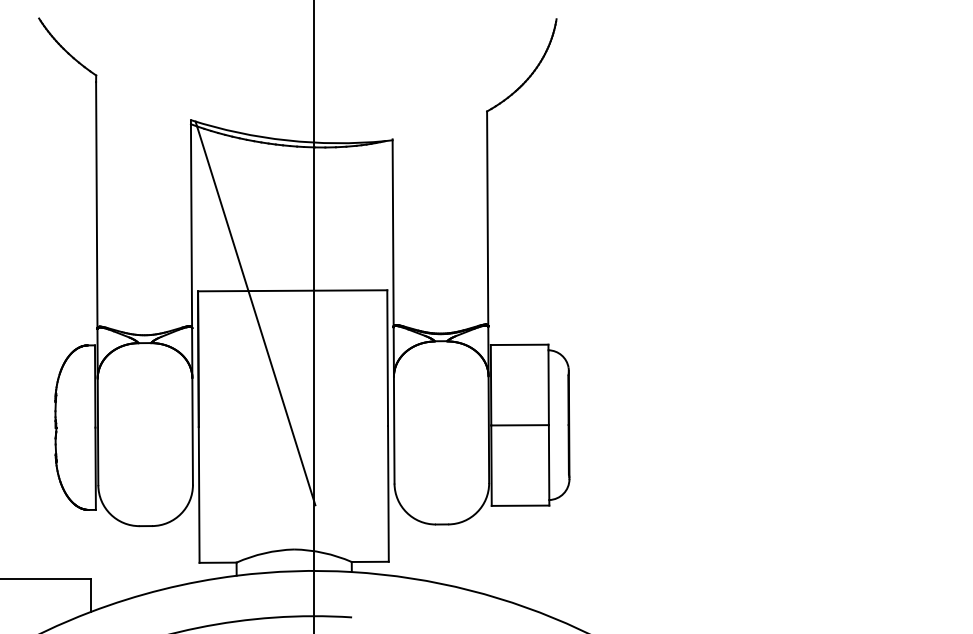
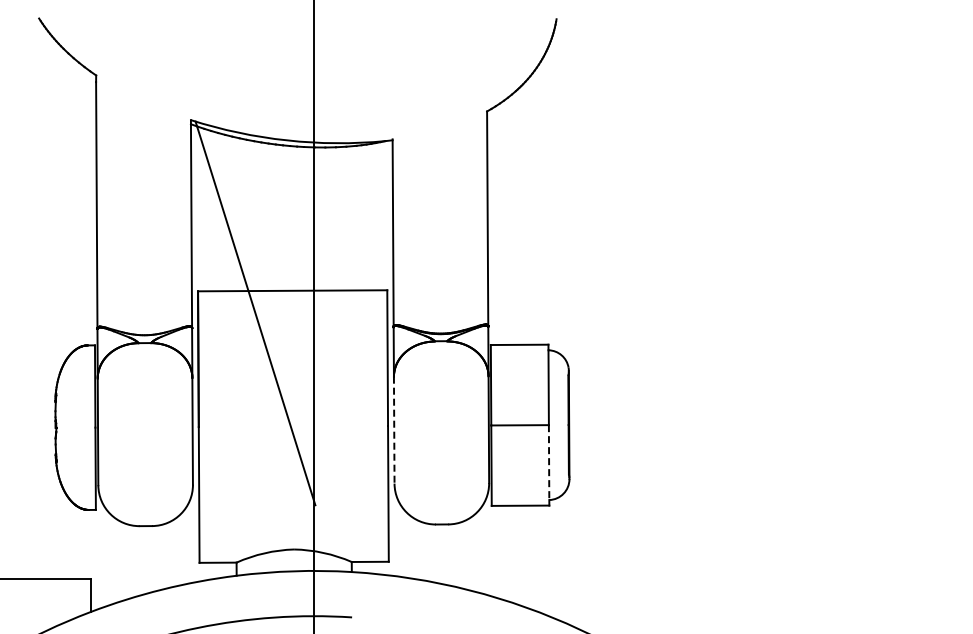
line at (394, 430): solid -> dashed
line at (549, 463): solid -> dashed
